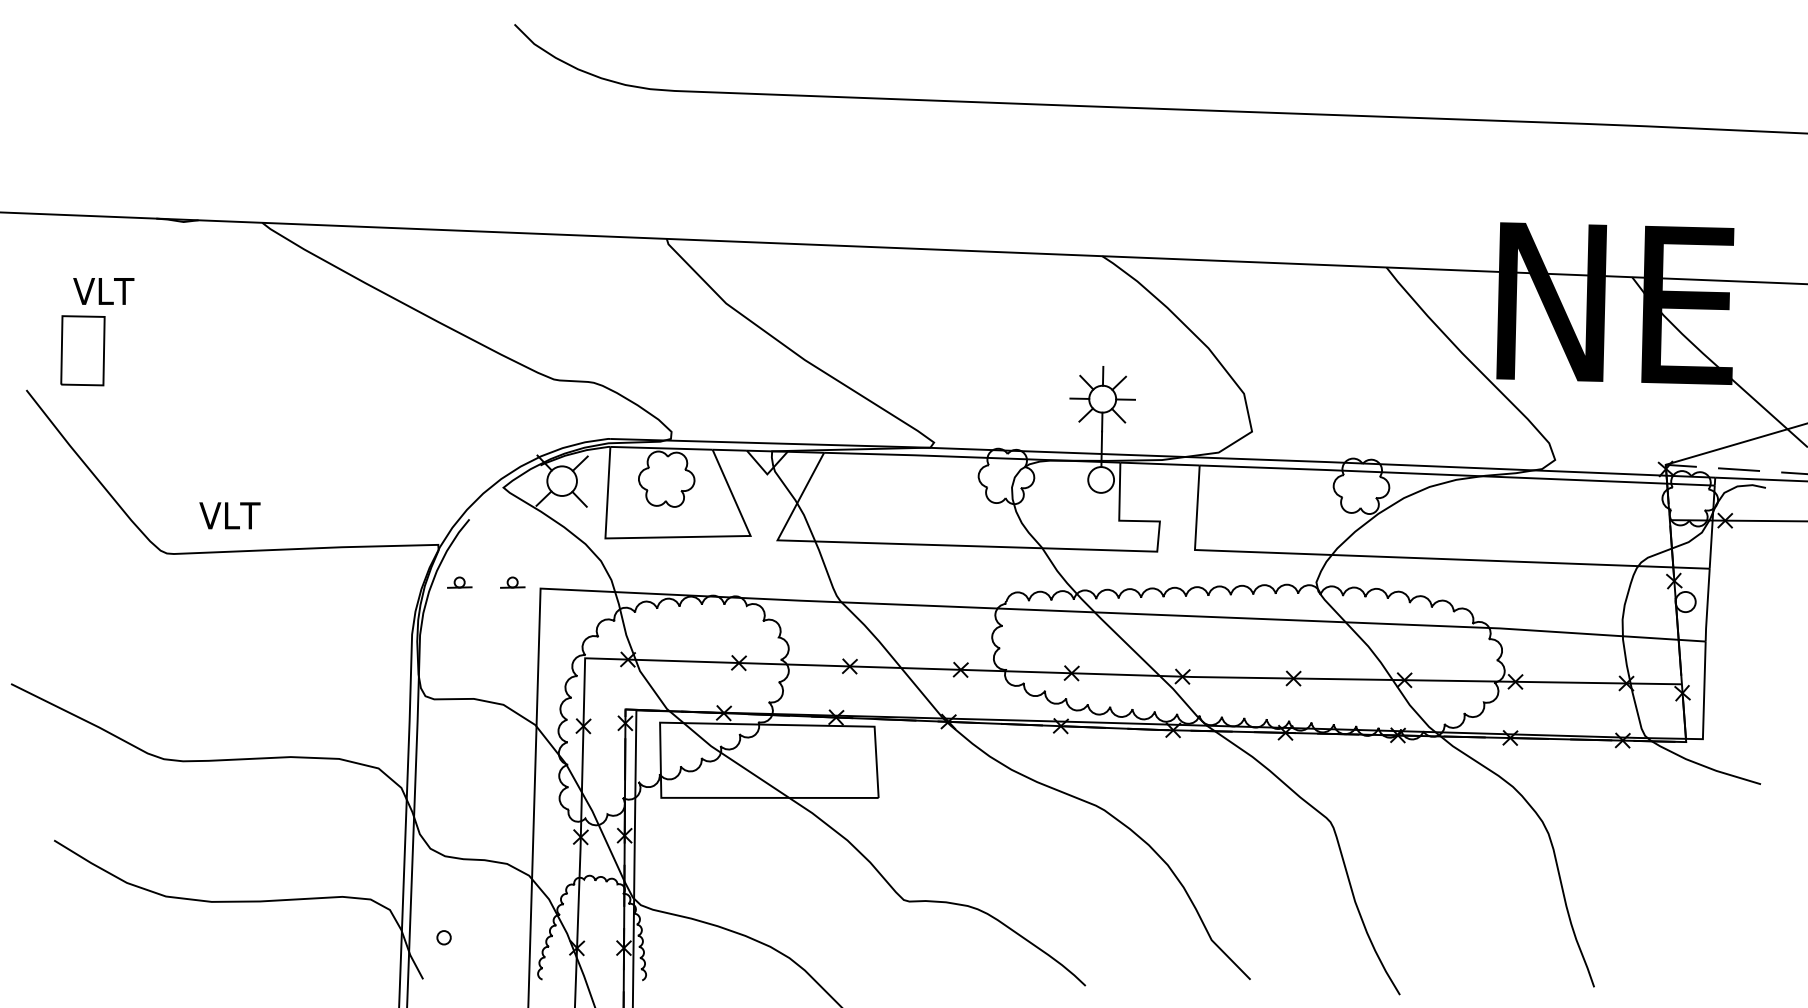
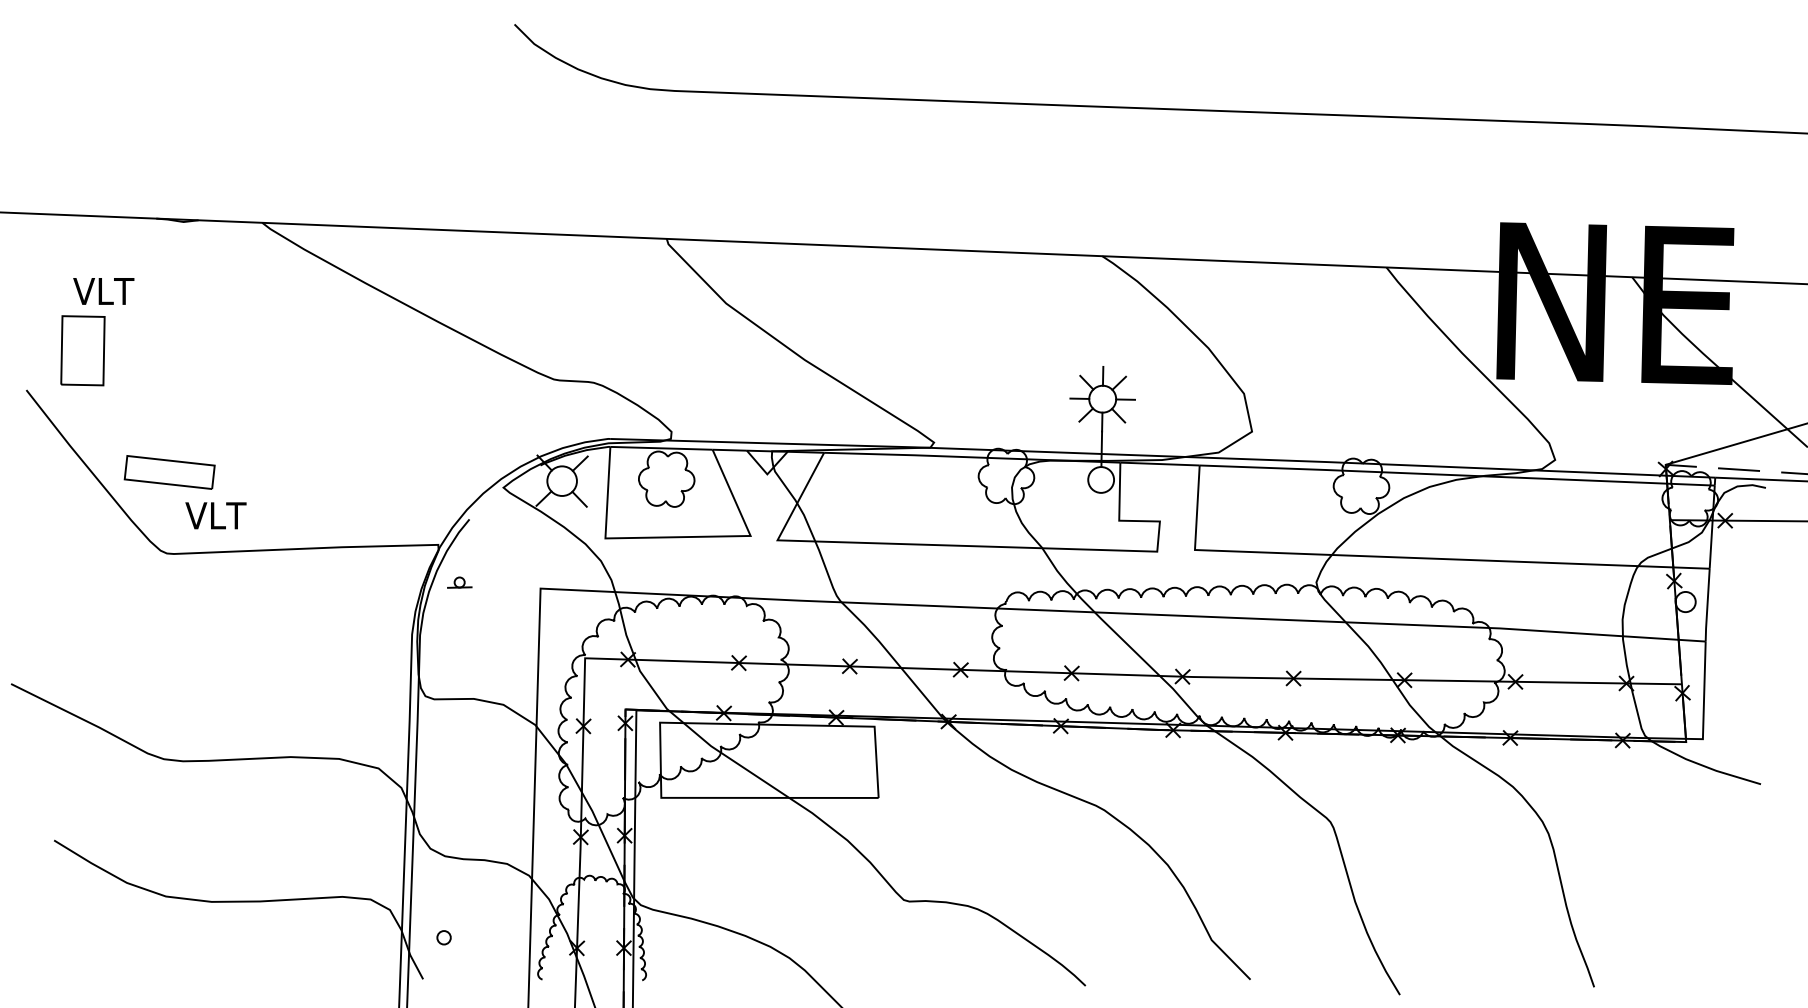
part at (169, 472): none -> present
text at (229, 515) position: (229, 515) -> (215, 515)
part at (512, 582): present -> none
